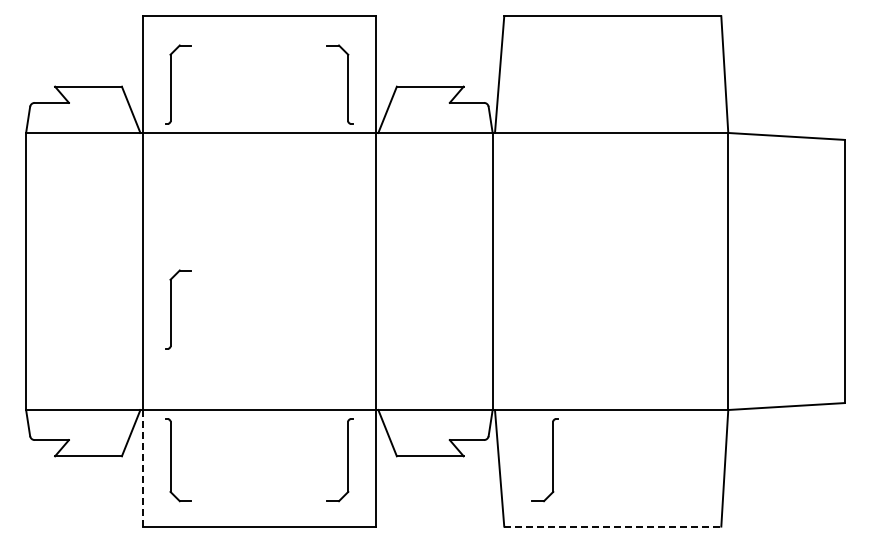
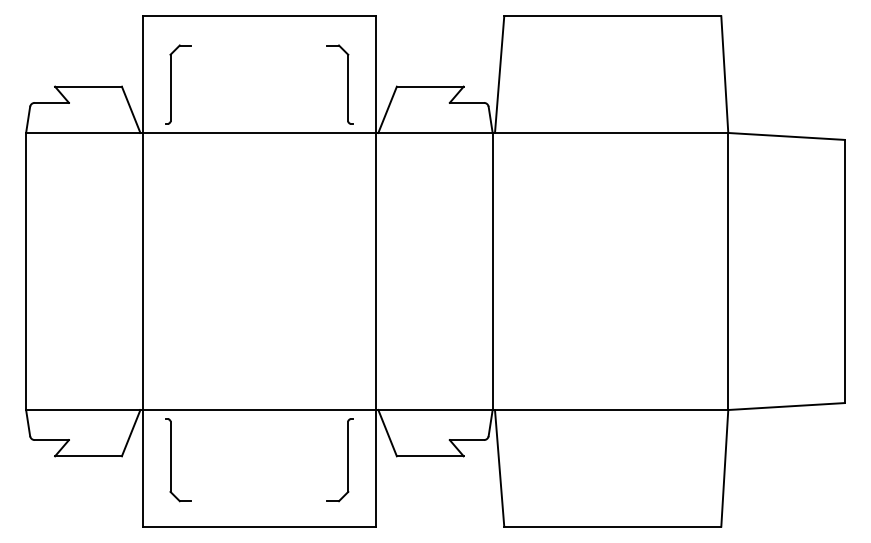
part at (171, 309): present -> none
part at (552, 460): present -> none
line at (142, 468): dashed -> solid
line at (612, 526): dashed -> solid
